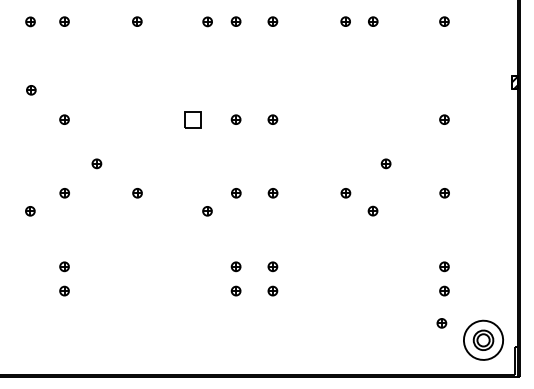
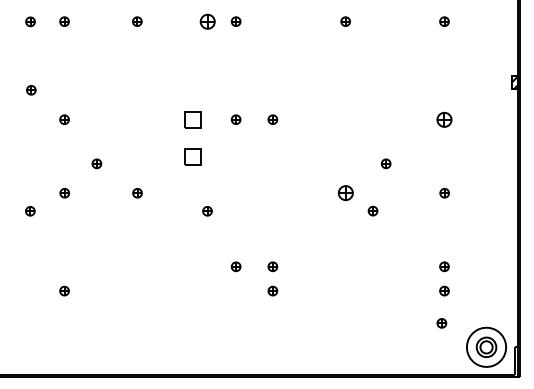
part at (207, 21) size: 11x12 px -> 17x17 px
part at (272, 21): present -> none
part at (373, 21): present -> none
part at (444, 119) size: 11x11 px -> 17x17 px
part at (192, 156): none -> present
part at (236, 193): present -> none
part at (272, 193): present -> none
part at (345, 193) size: 12x11 px -> 17x16 px
part at (64, 266): present -> none
part at (235, 290): present -> none
part at (483, 339) position: (483, 339) -> (486, 346)
